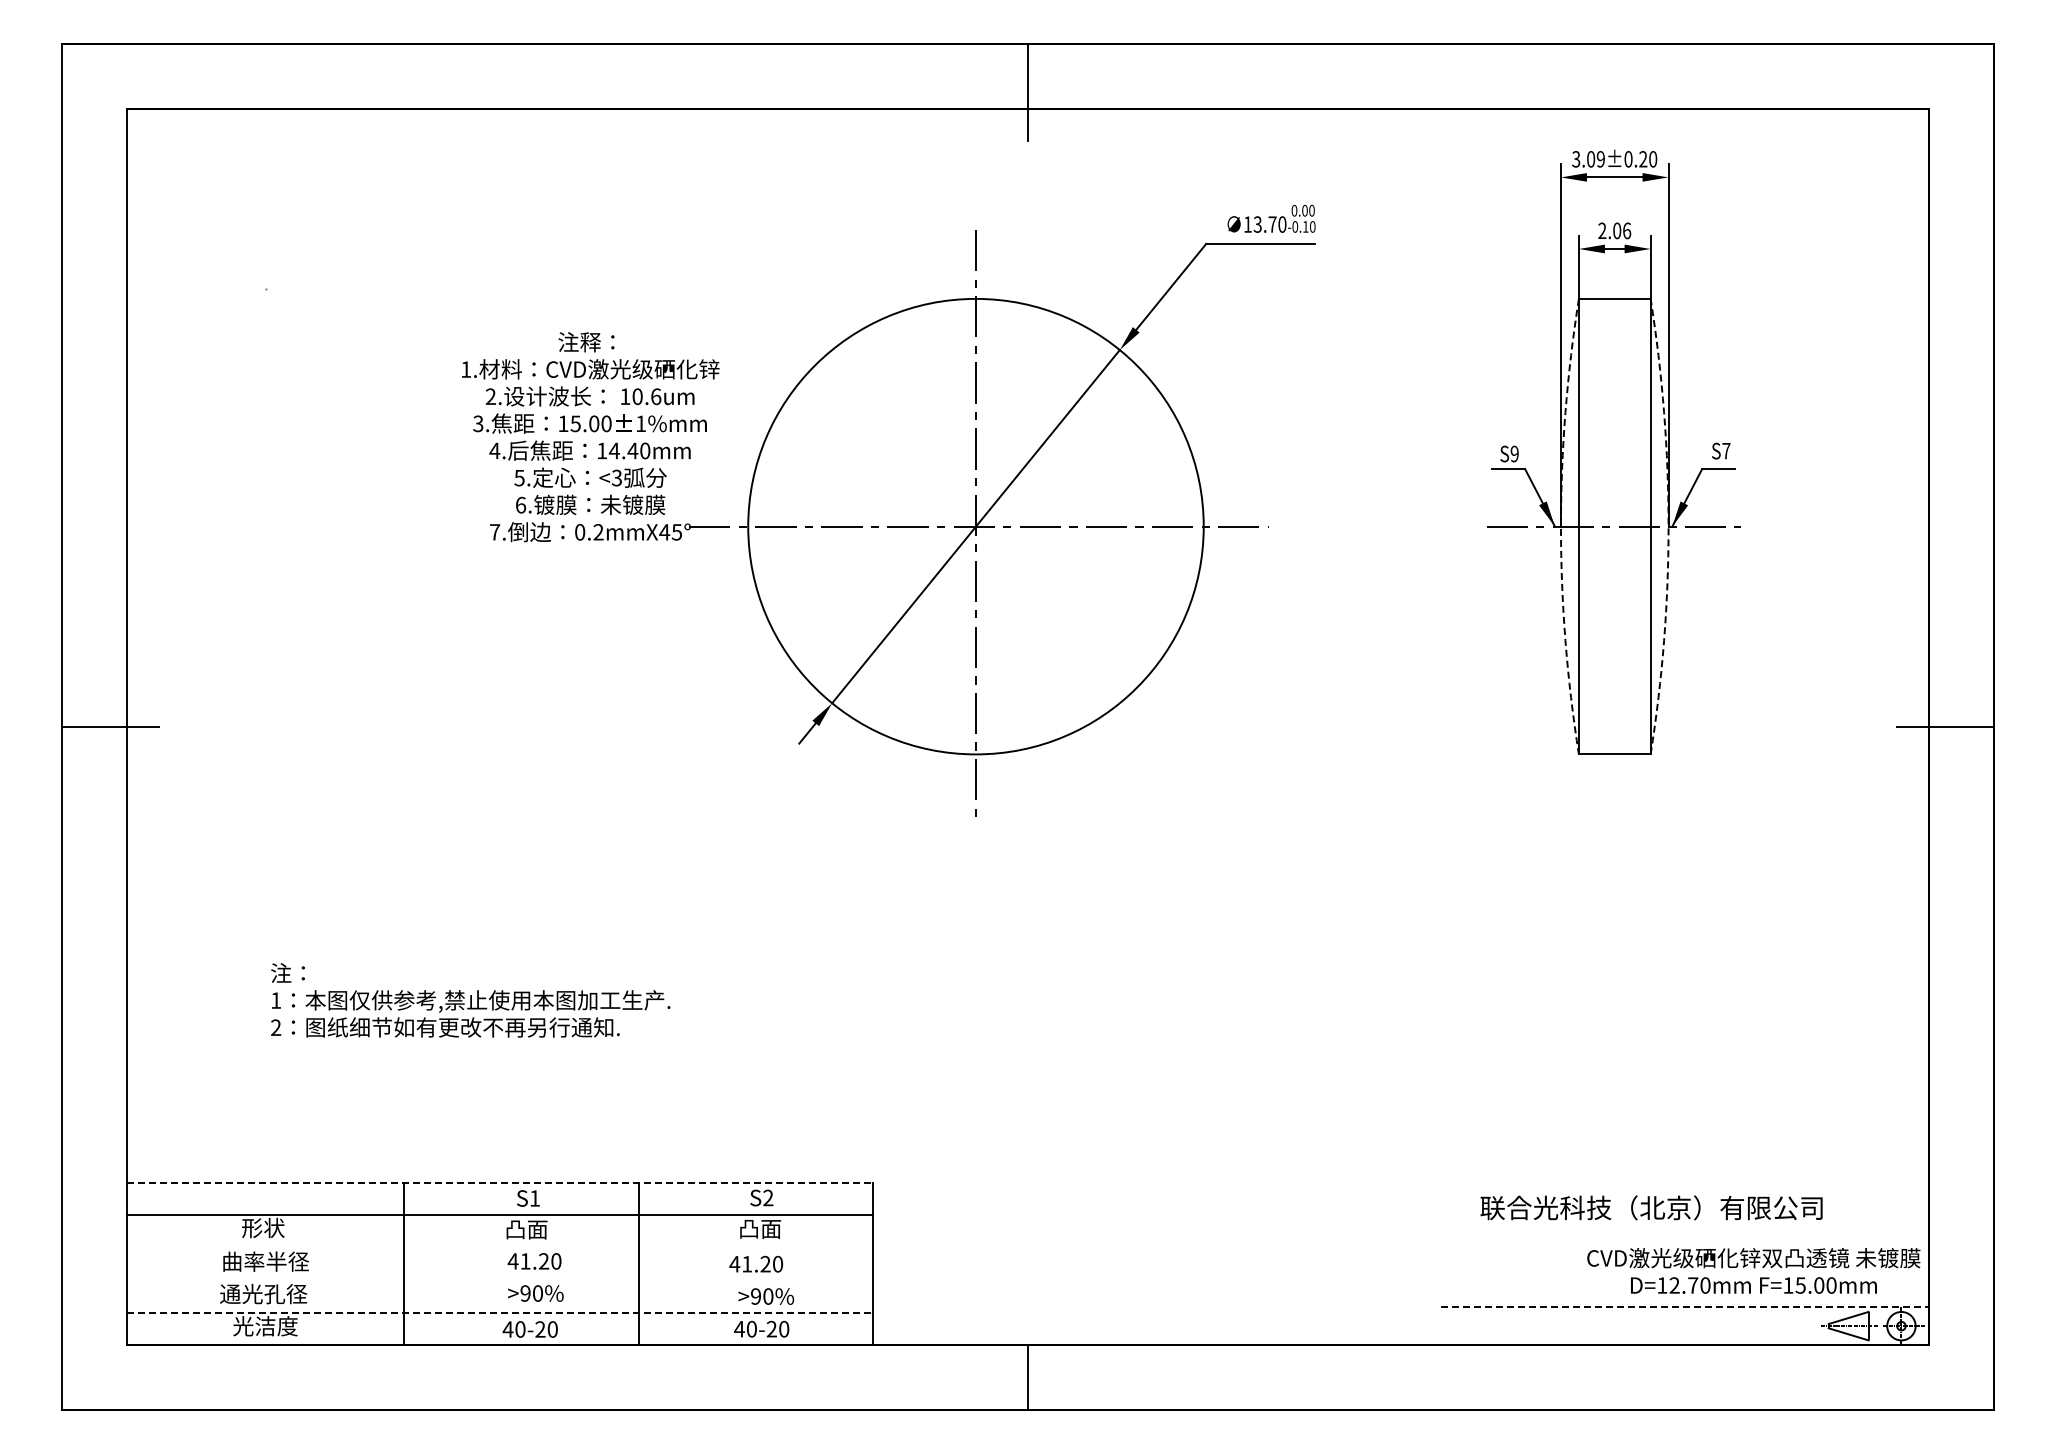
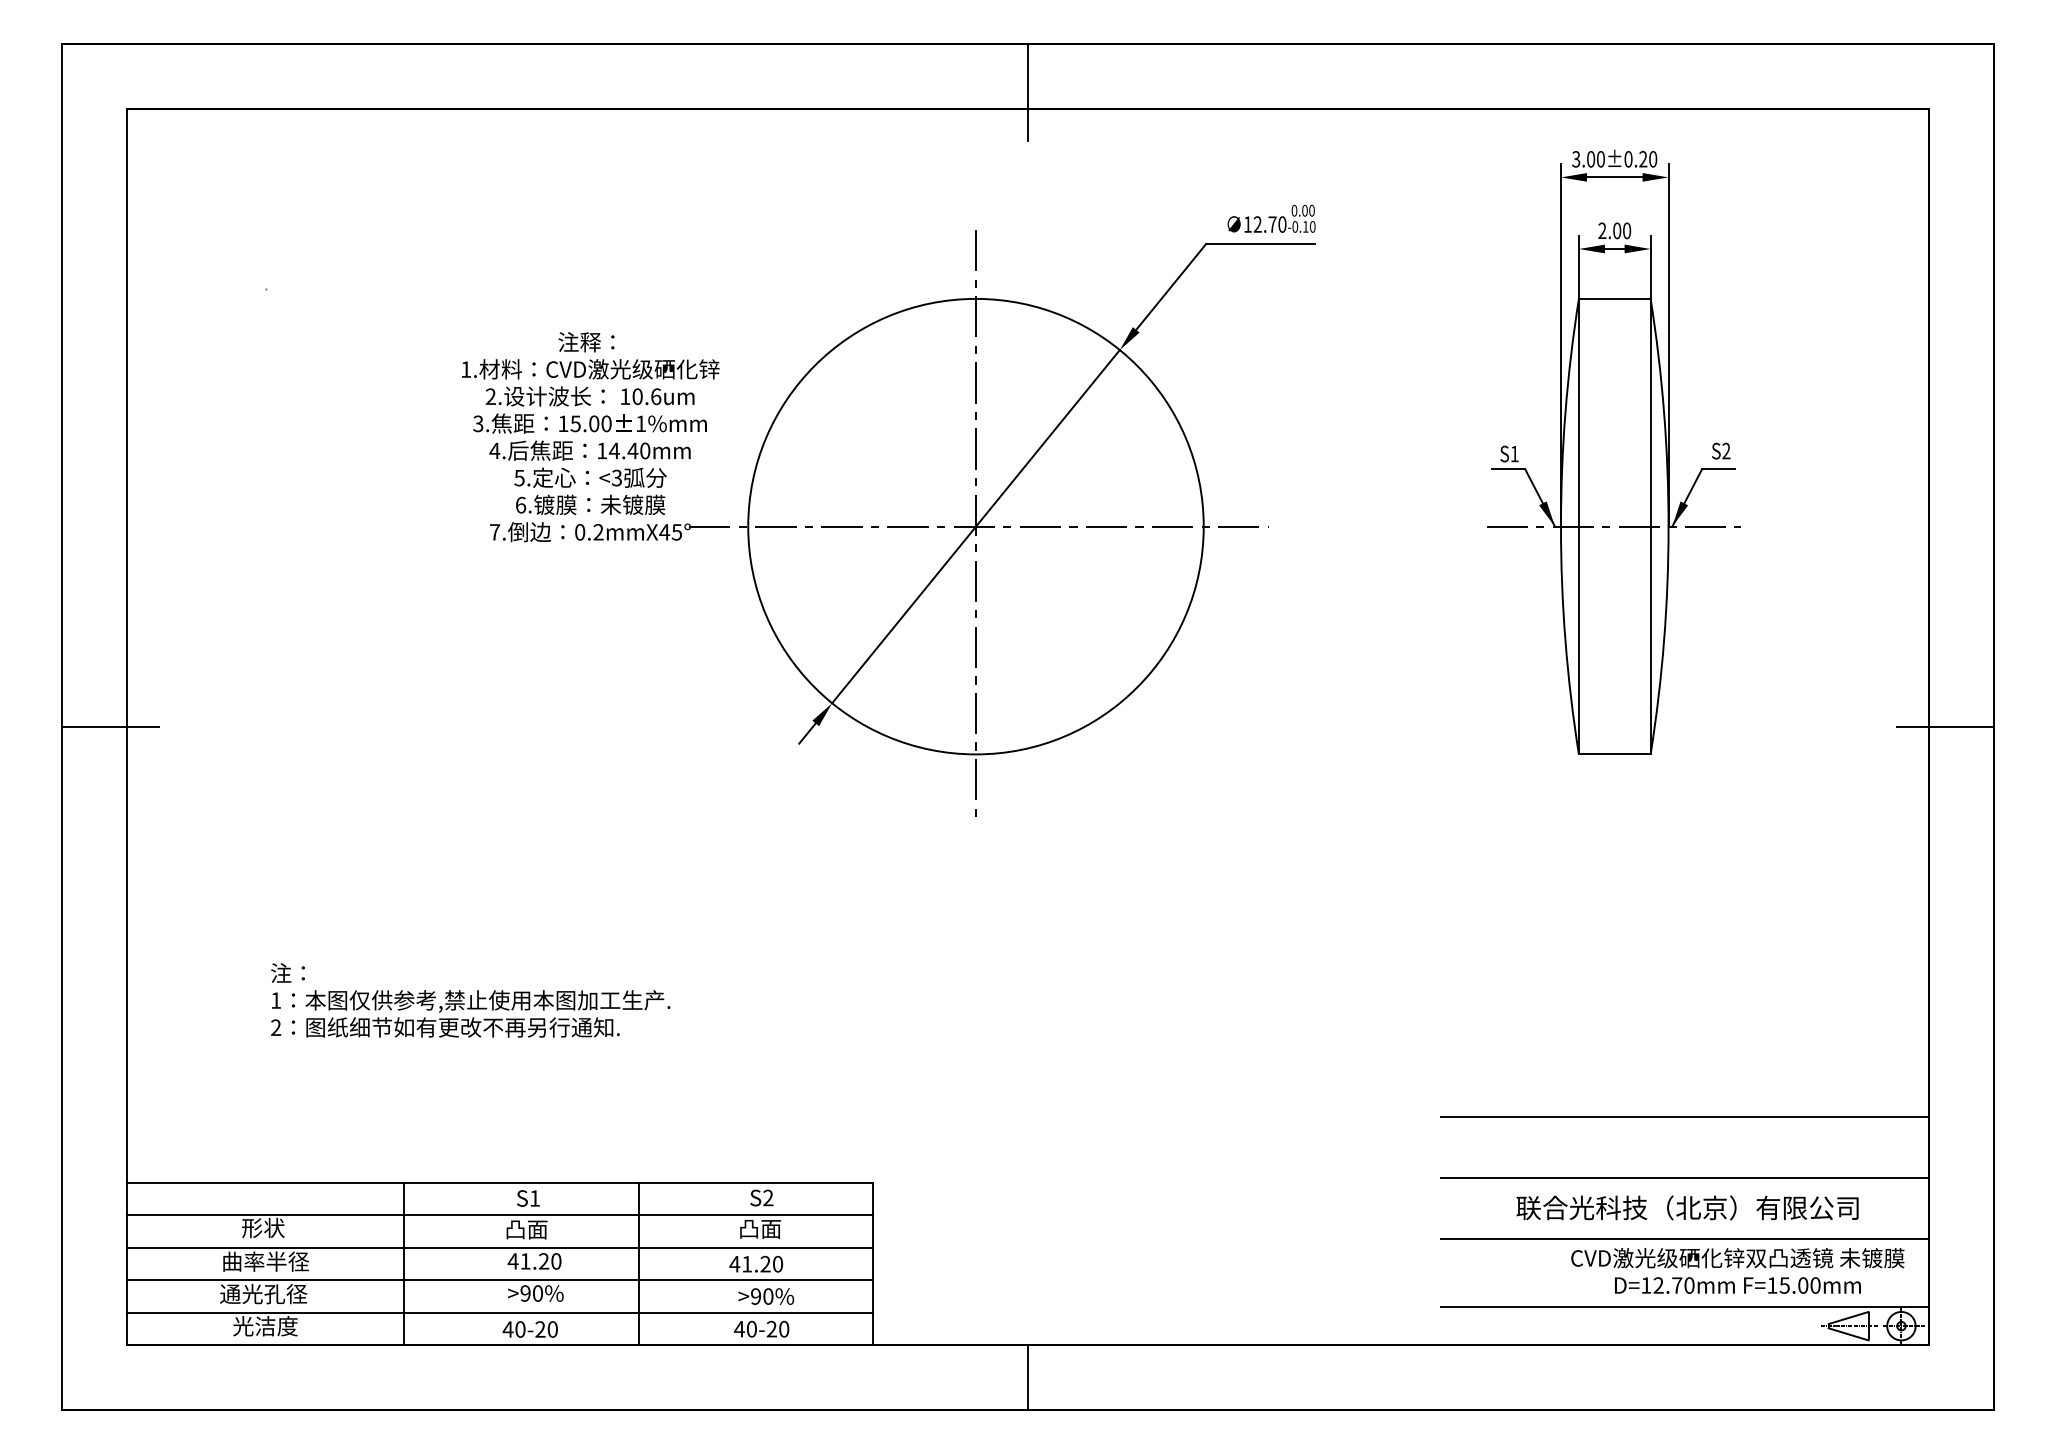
text at (1600, 159): 3.09±0.20 -> 3.00±0.20
text at (1257, 224): 13.70 -> 12.70
text at (1627, 230): 2.06 -> 2.00
text at (1726, 450): S7 -> S2
text at (1514, 453): S9 -> S1
arc at (1560, 526): dashed -> solid
arc at (1668, 526): dashed -> solid
line at (1685, 1117): none -> present
line at (1685, 1178): none -> present
line at (500, 1182): dashed -> solid
text at (1651, 1207) position: (1651, 1207) -> (1687, 1207)
line at (1685, 1238): none -> present
line at (499, 1247): none -> present
text at (1753, 1270) position: (1753, 1270) -> (1737, 1270)
line at (499, 1280): none -> present
line at (1685, 1307): dashed -> solid
line at (500, 1312): dashed -> solid
